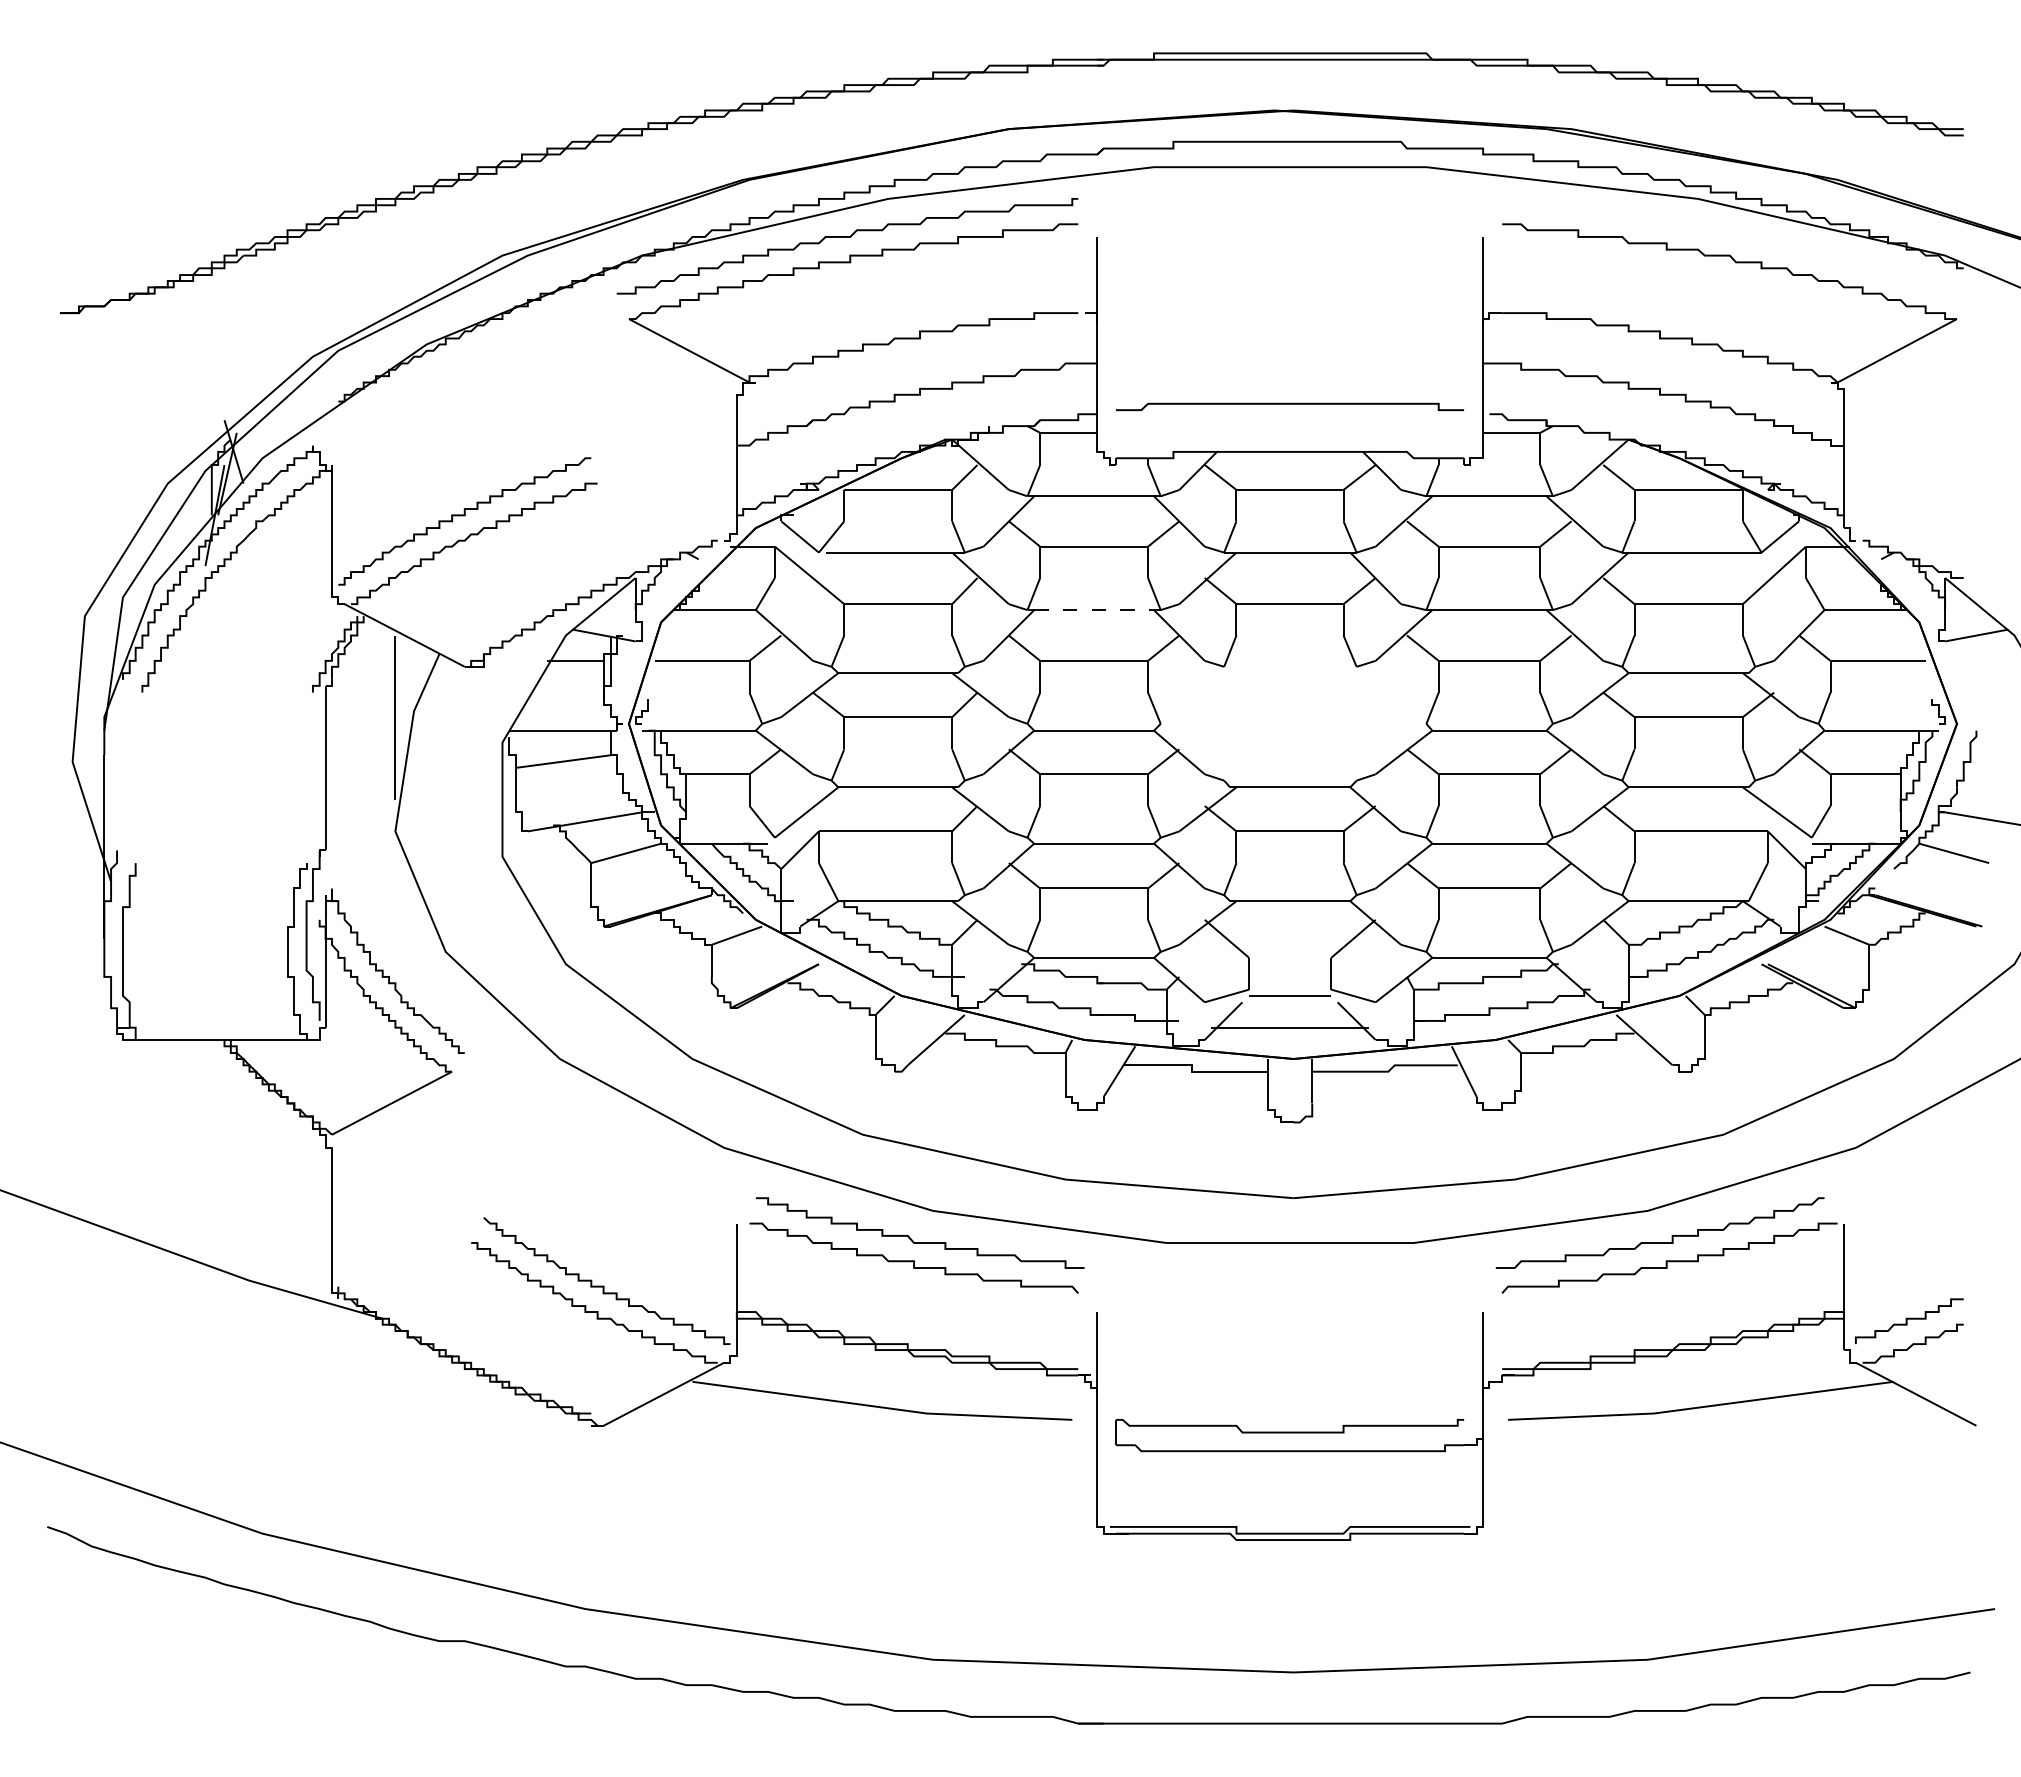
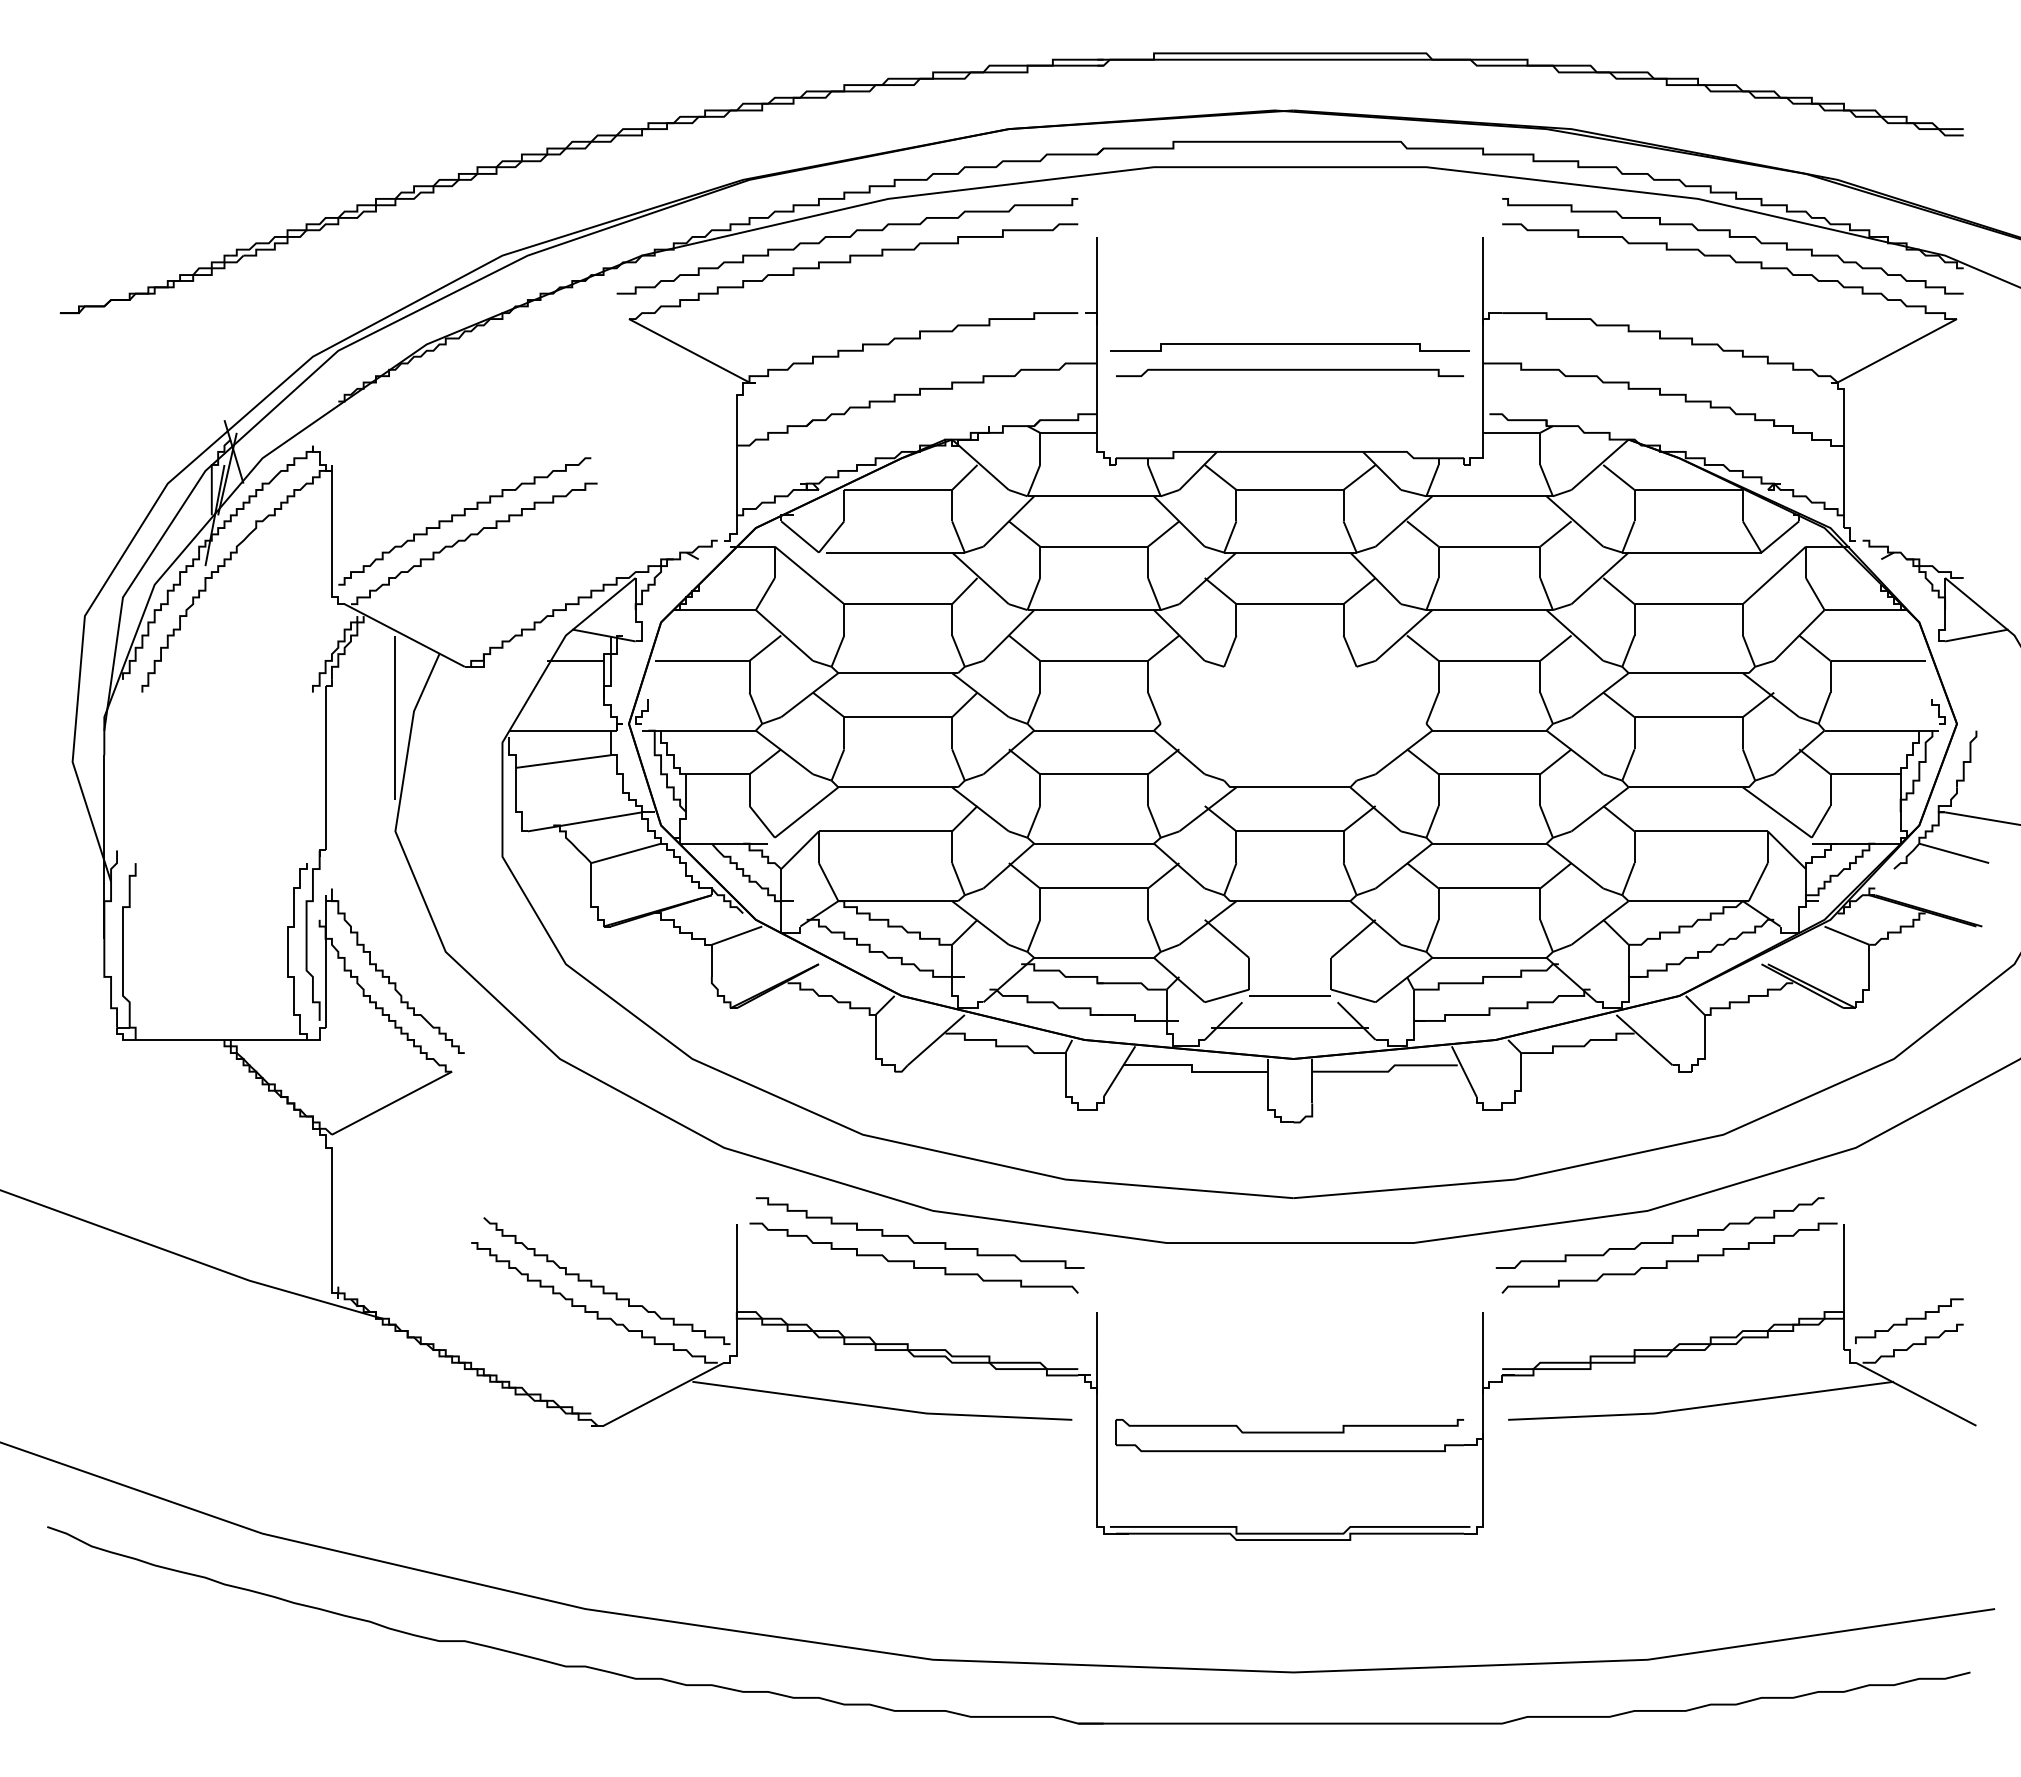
curve at (1732, 237): none -> present
curve at (1289, 344): none -> present
curve at (1289, 404) position: (1289, 404) -> (1289, 370)
line at (1094, 610): dashed -> solid
